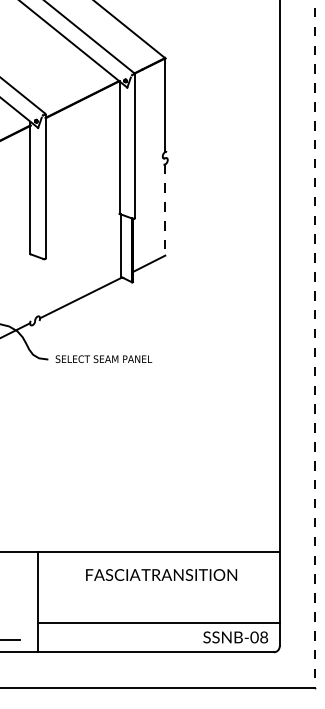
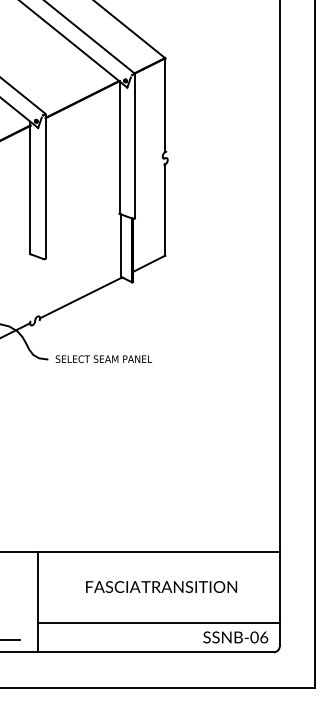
line at (165, 210): dashed -> solid
line at (315, 344): dashed -> solid
text at (161, 574) position: (161, 574) -> (161, 586)
text at (264, 636): SSNB-08 -> SSNB-06
